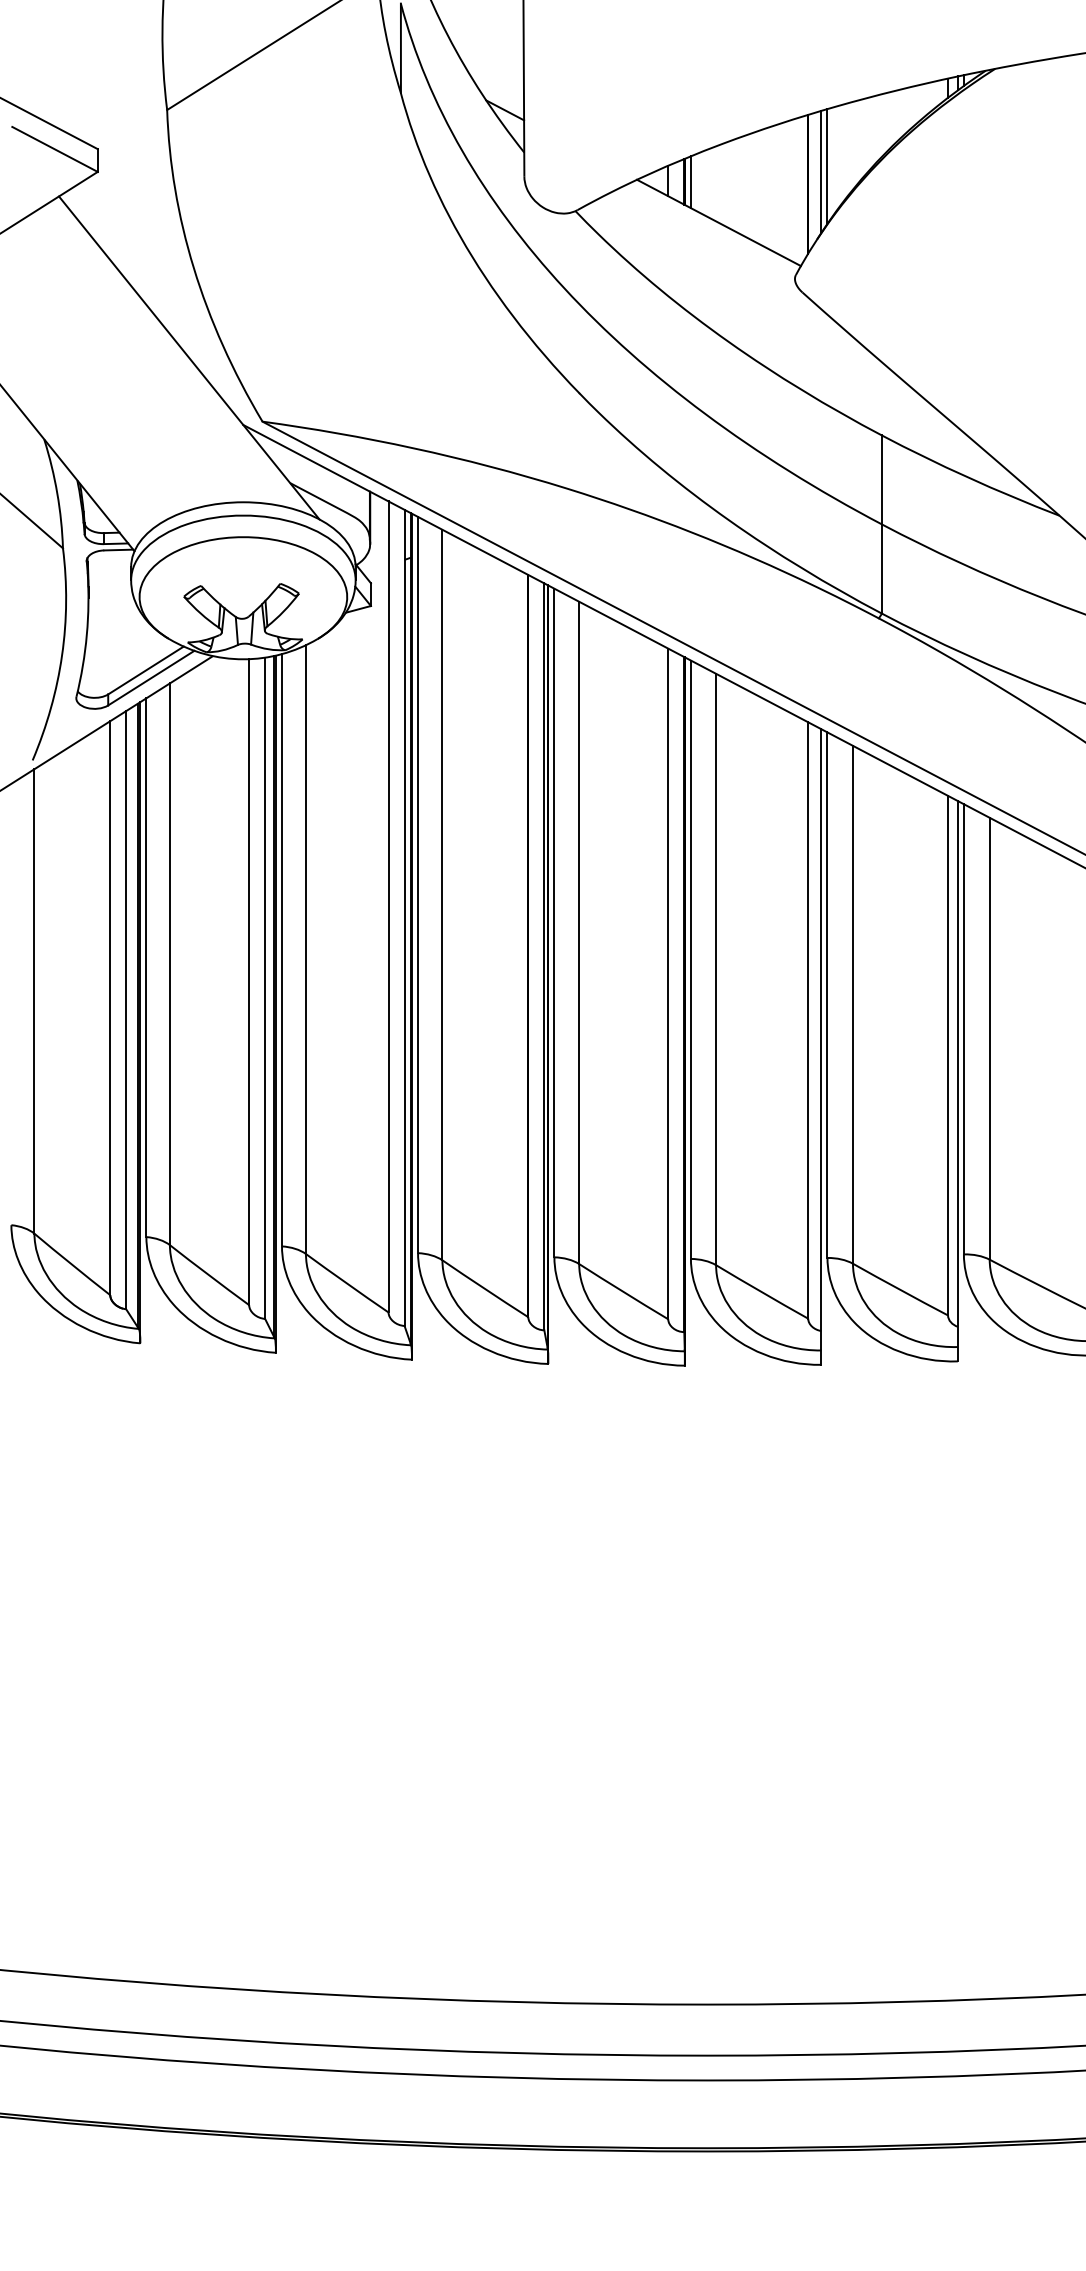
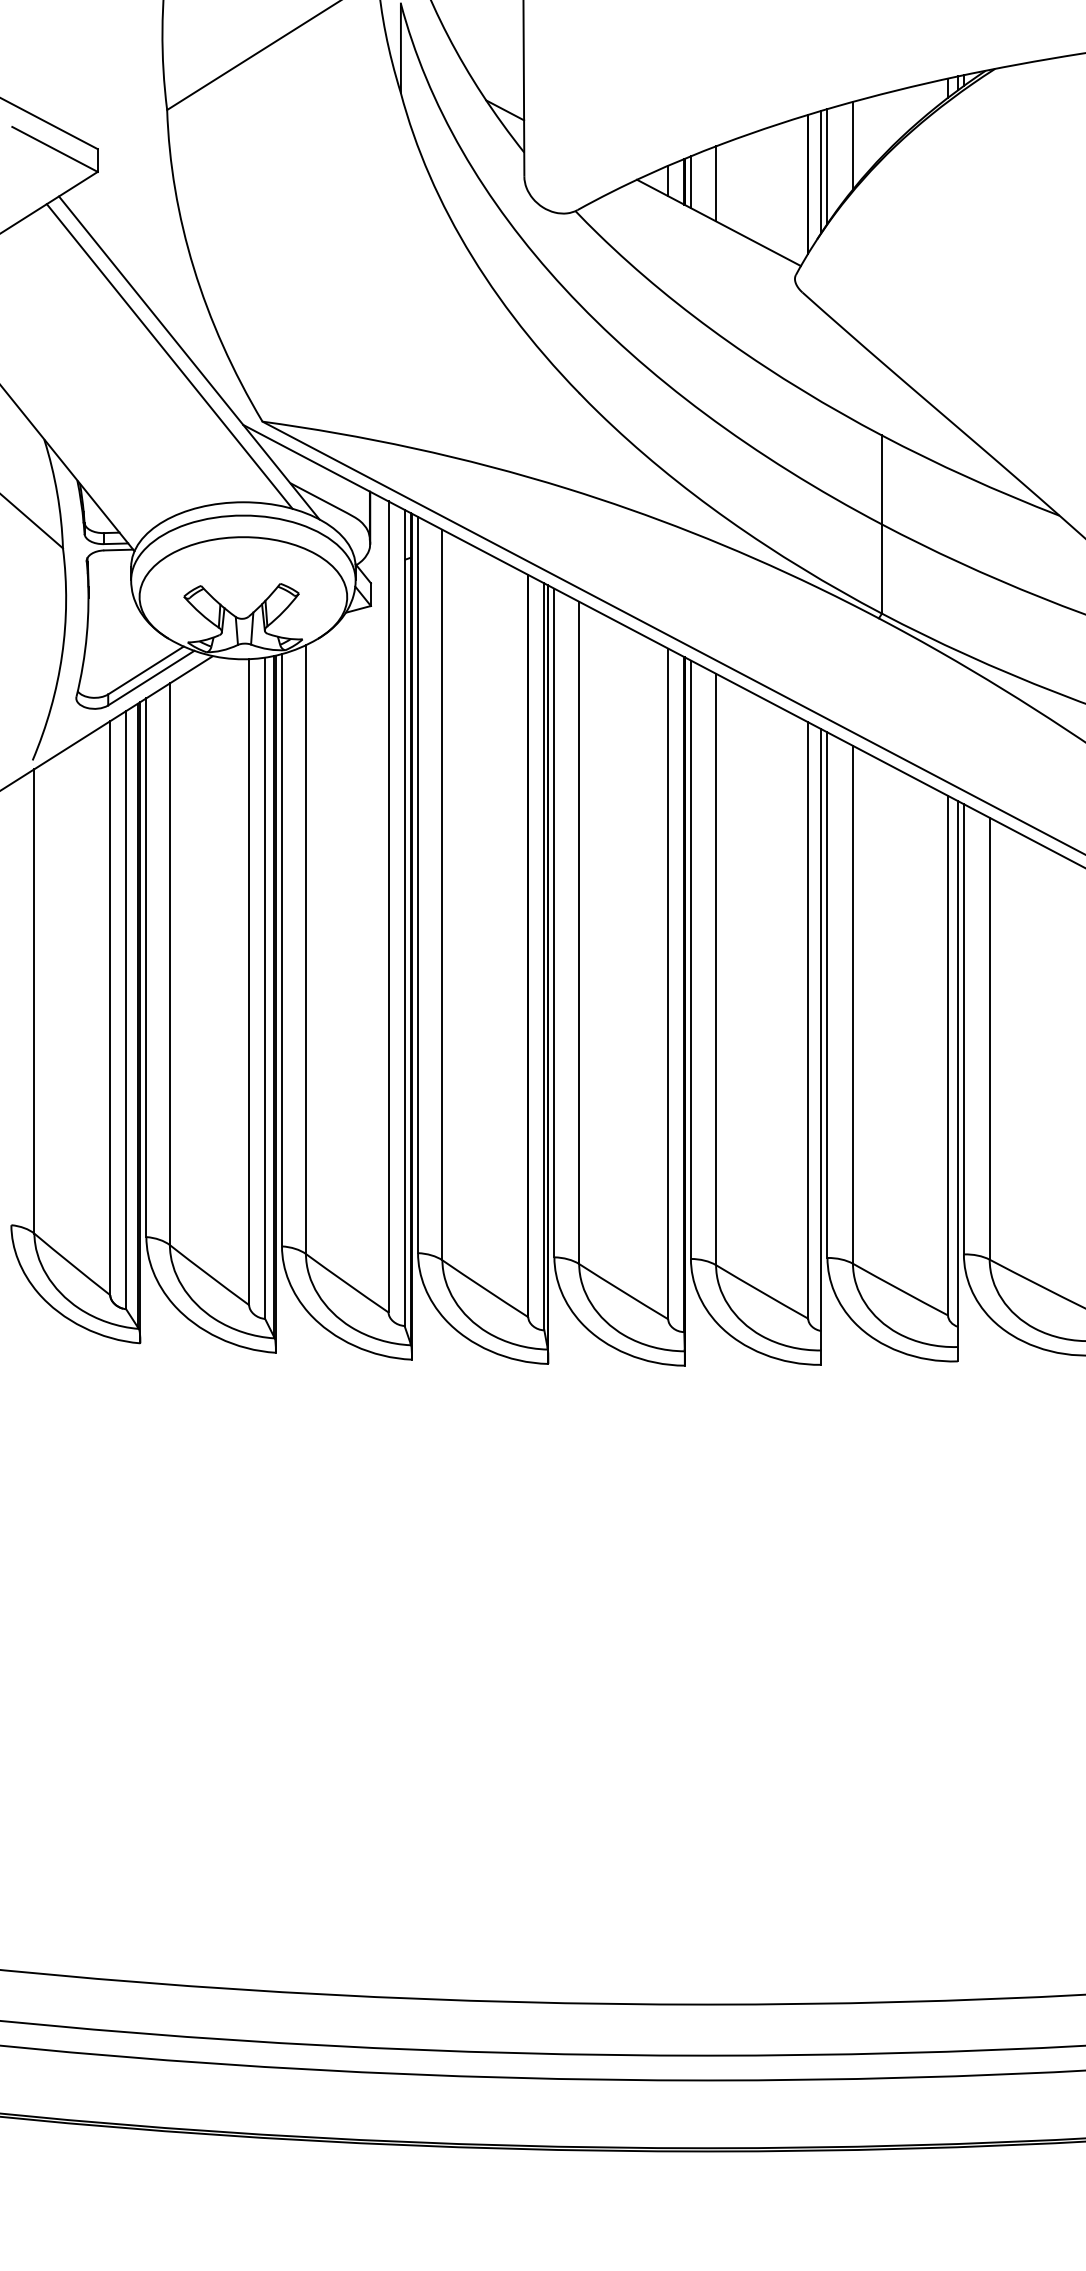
line at (852, 145): none -> present
line at (716, 183): none -> present
line at (169, 356): none -> present
